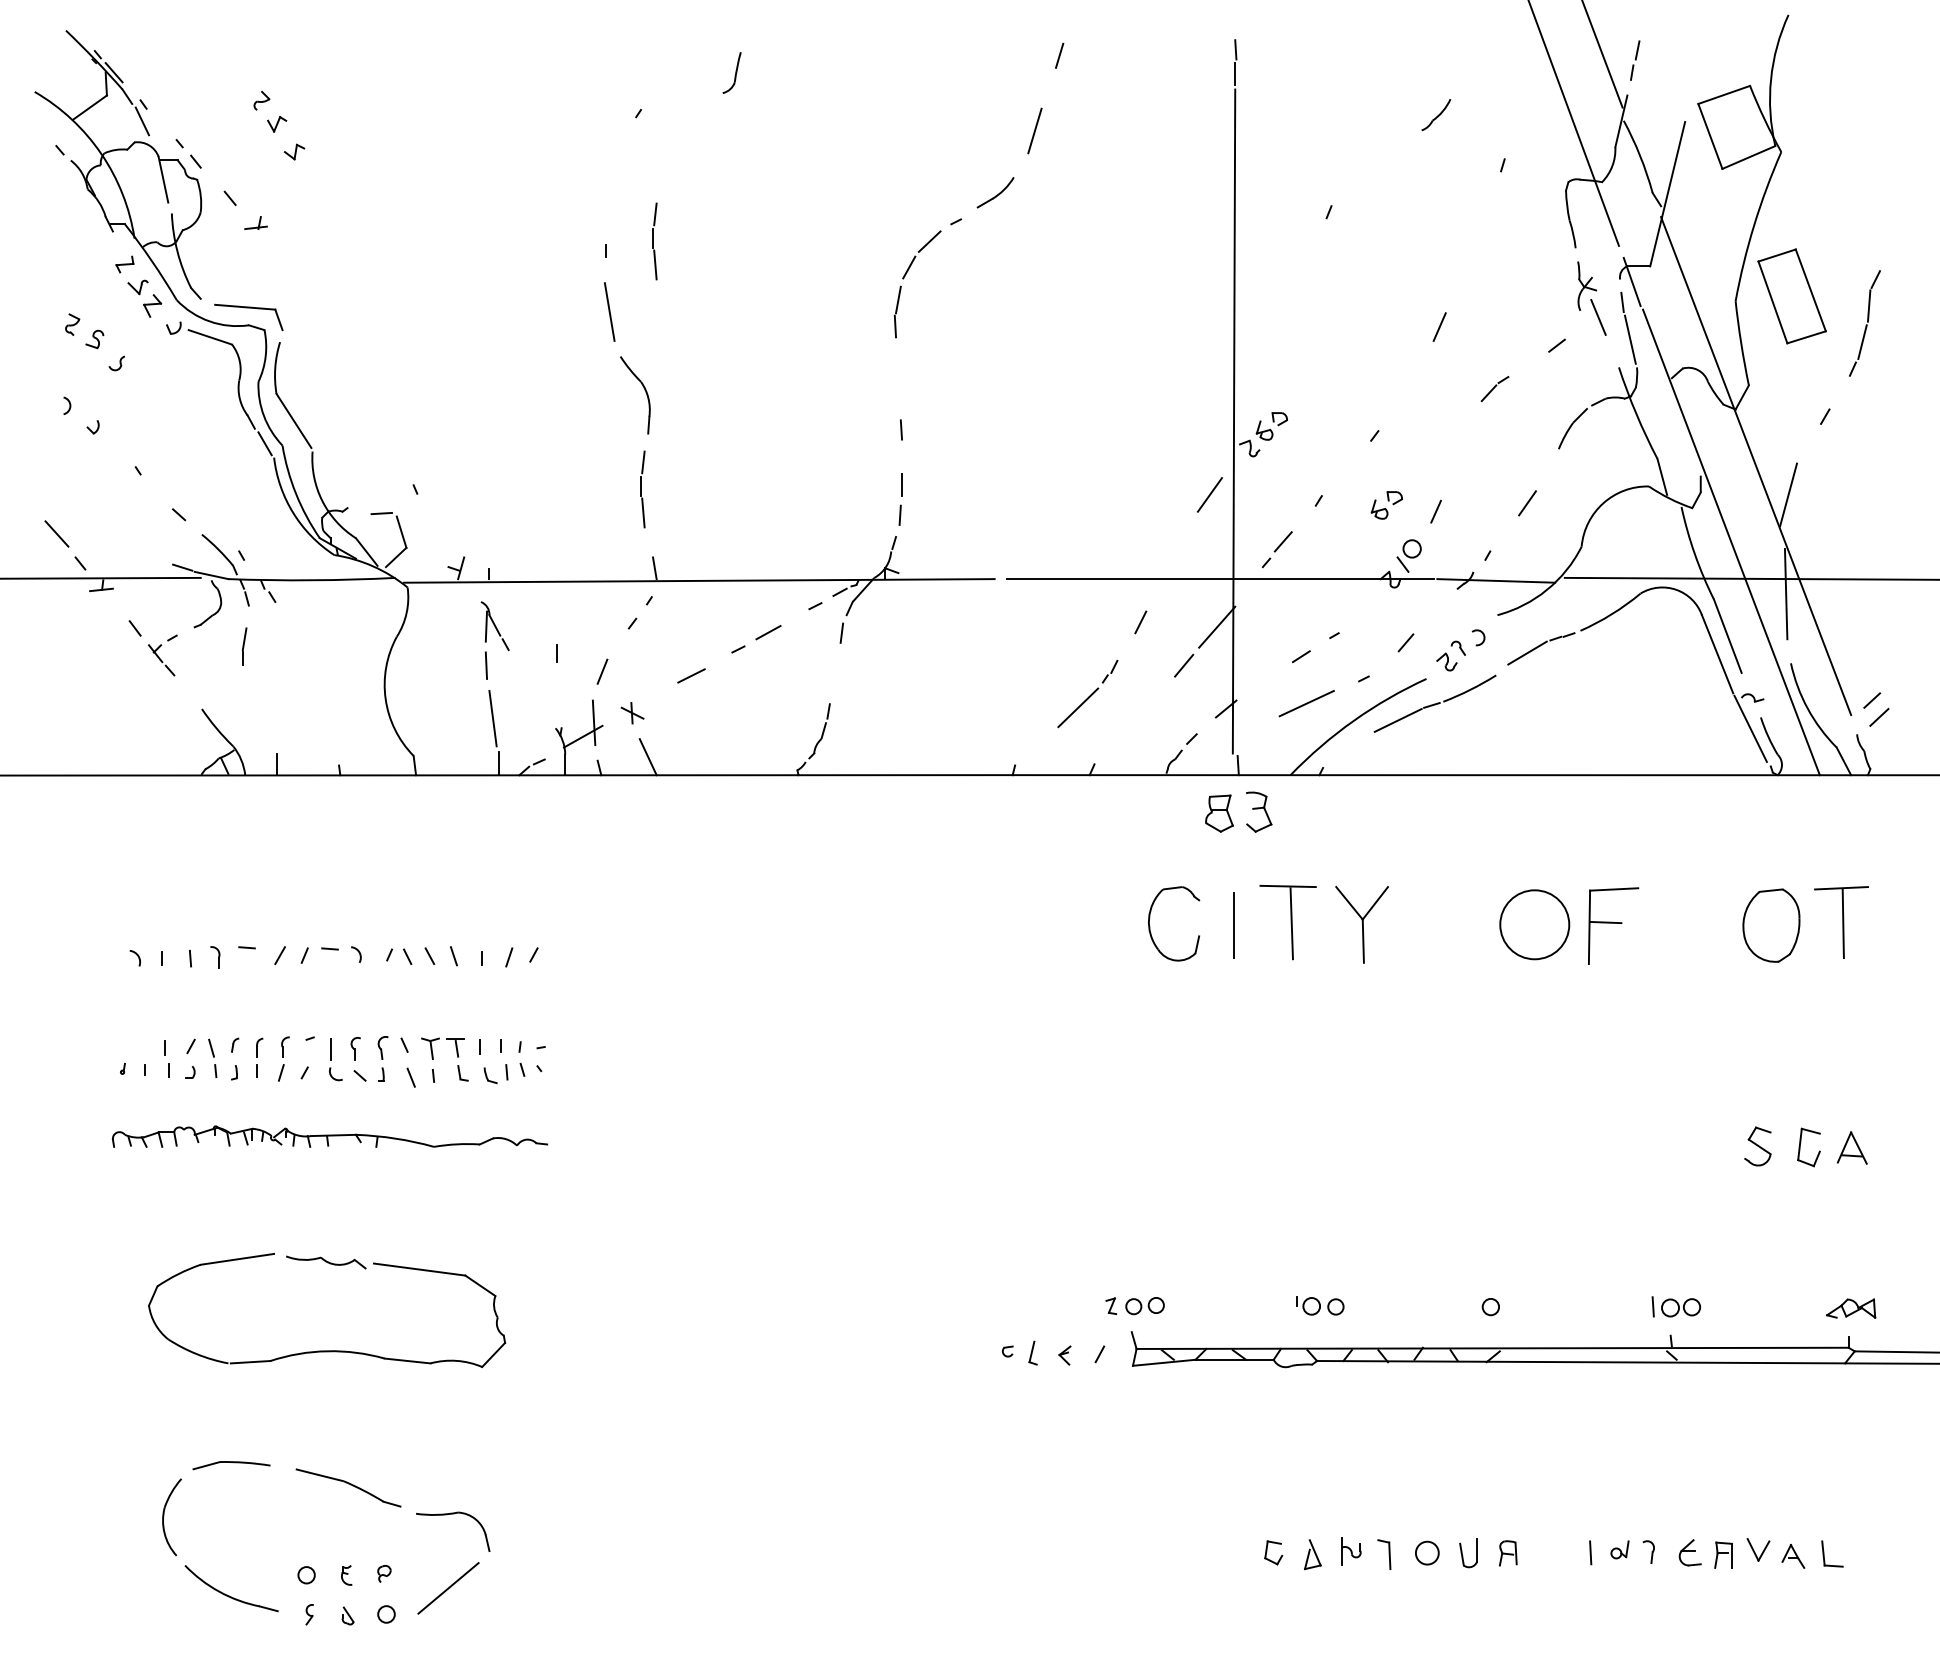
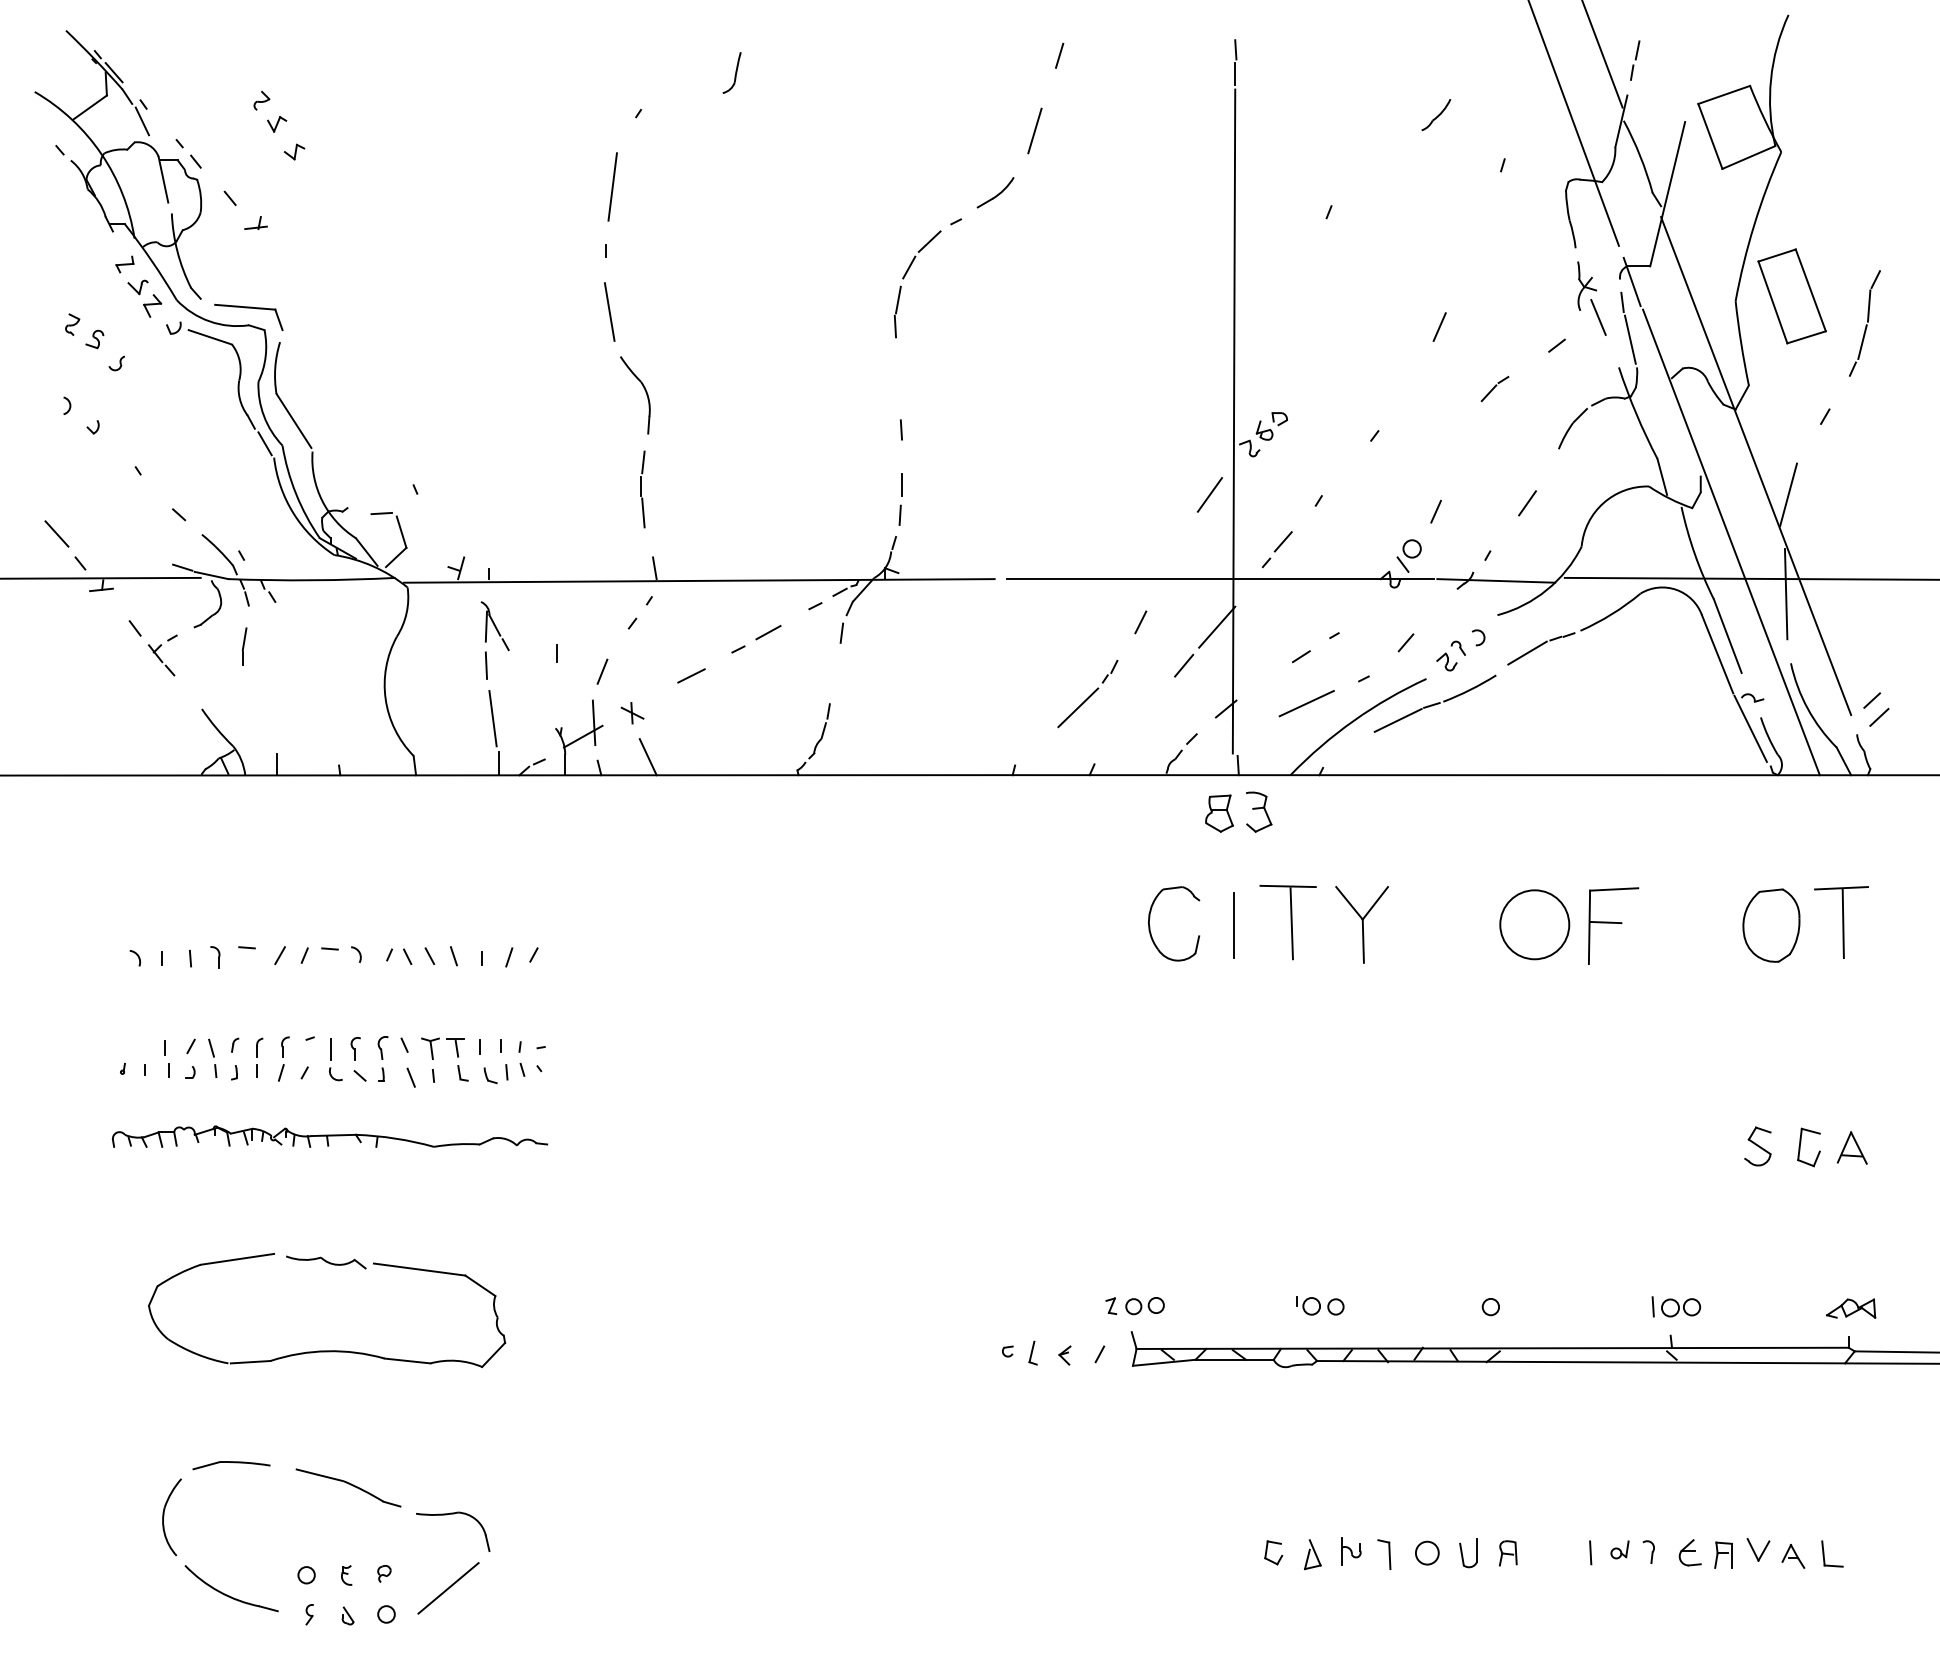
line at (612, 186): none -> present
part at (654, 241): present -> none
part at (1386, 505): present -> none
